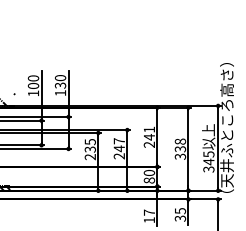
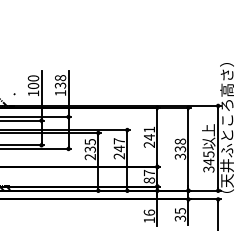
text at (60, 78): 130 -> 138
text at (149, 172): 80 -> 87
text at (149, 212): 17 -> 16
